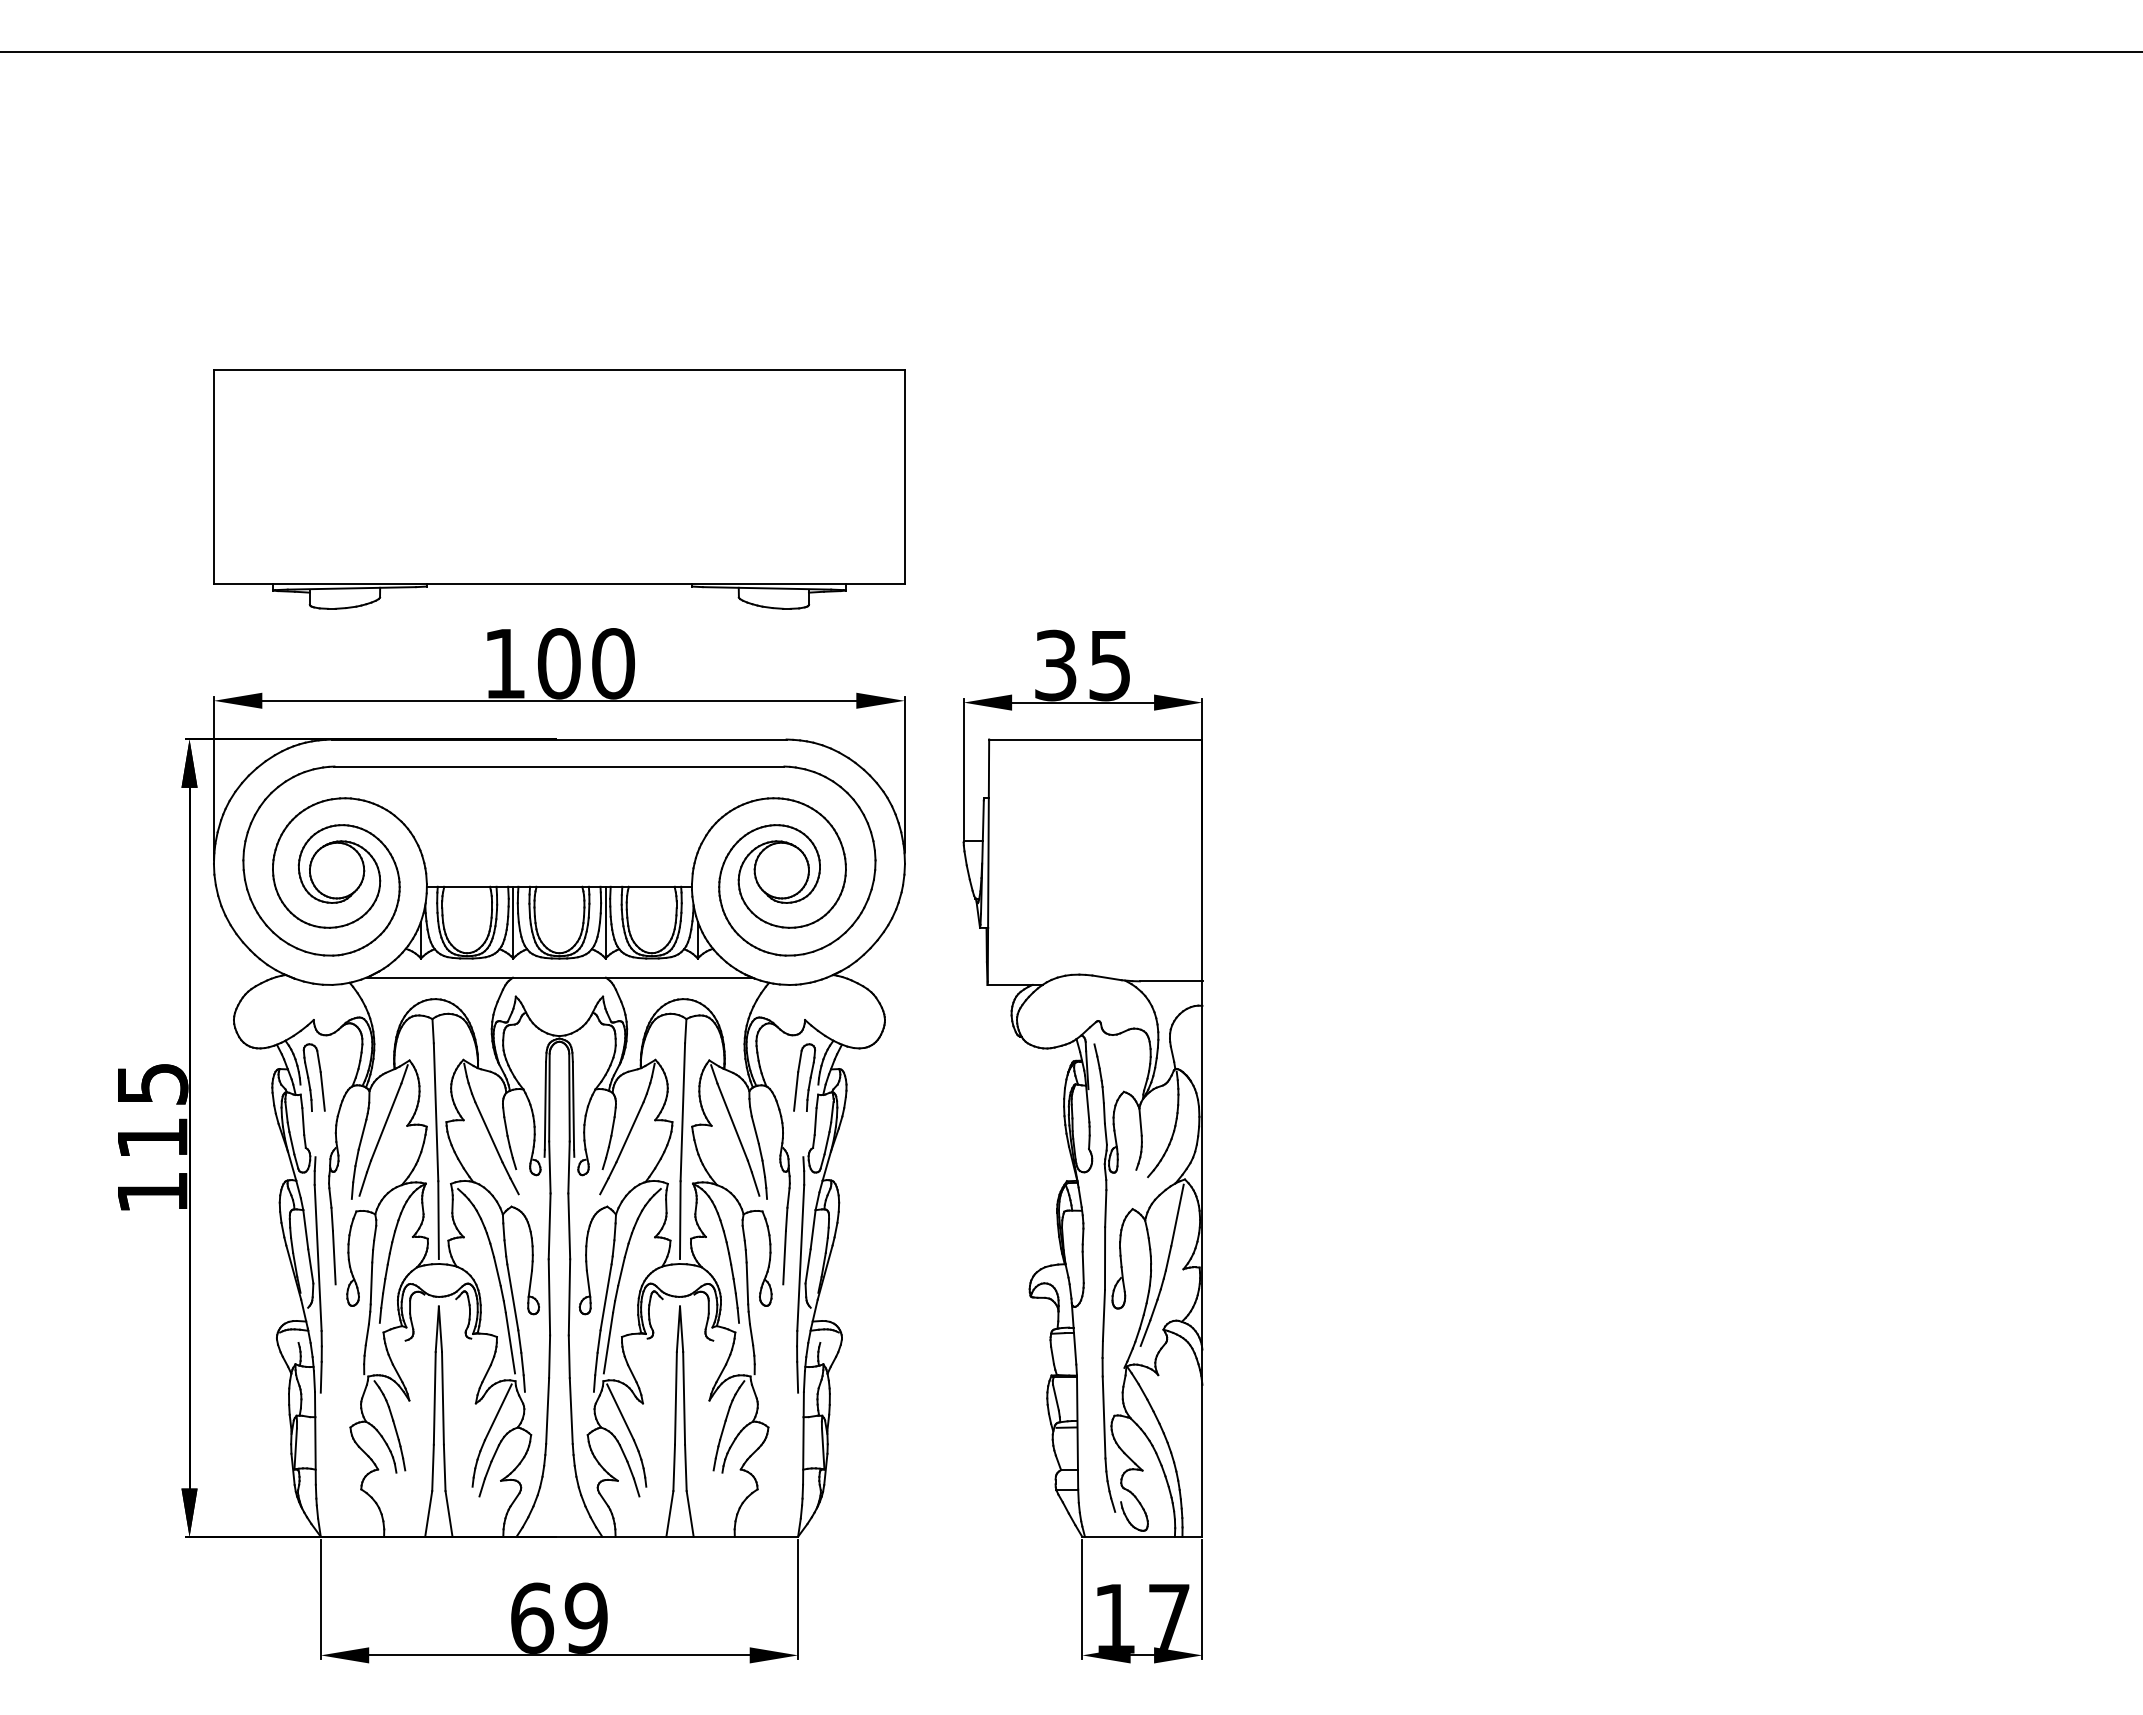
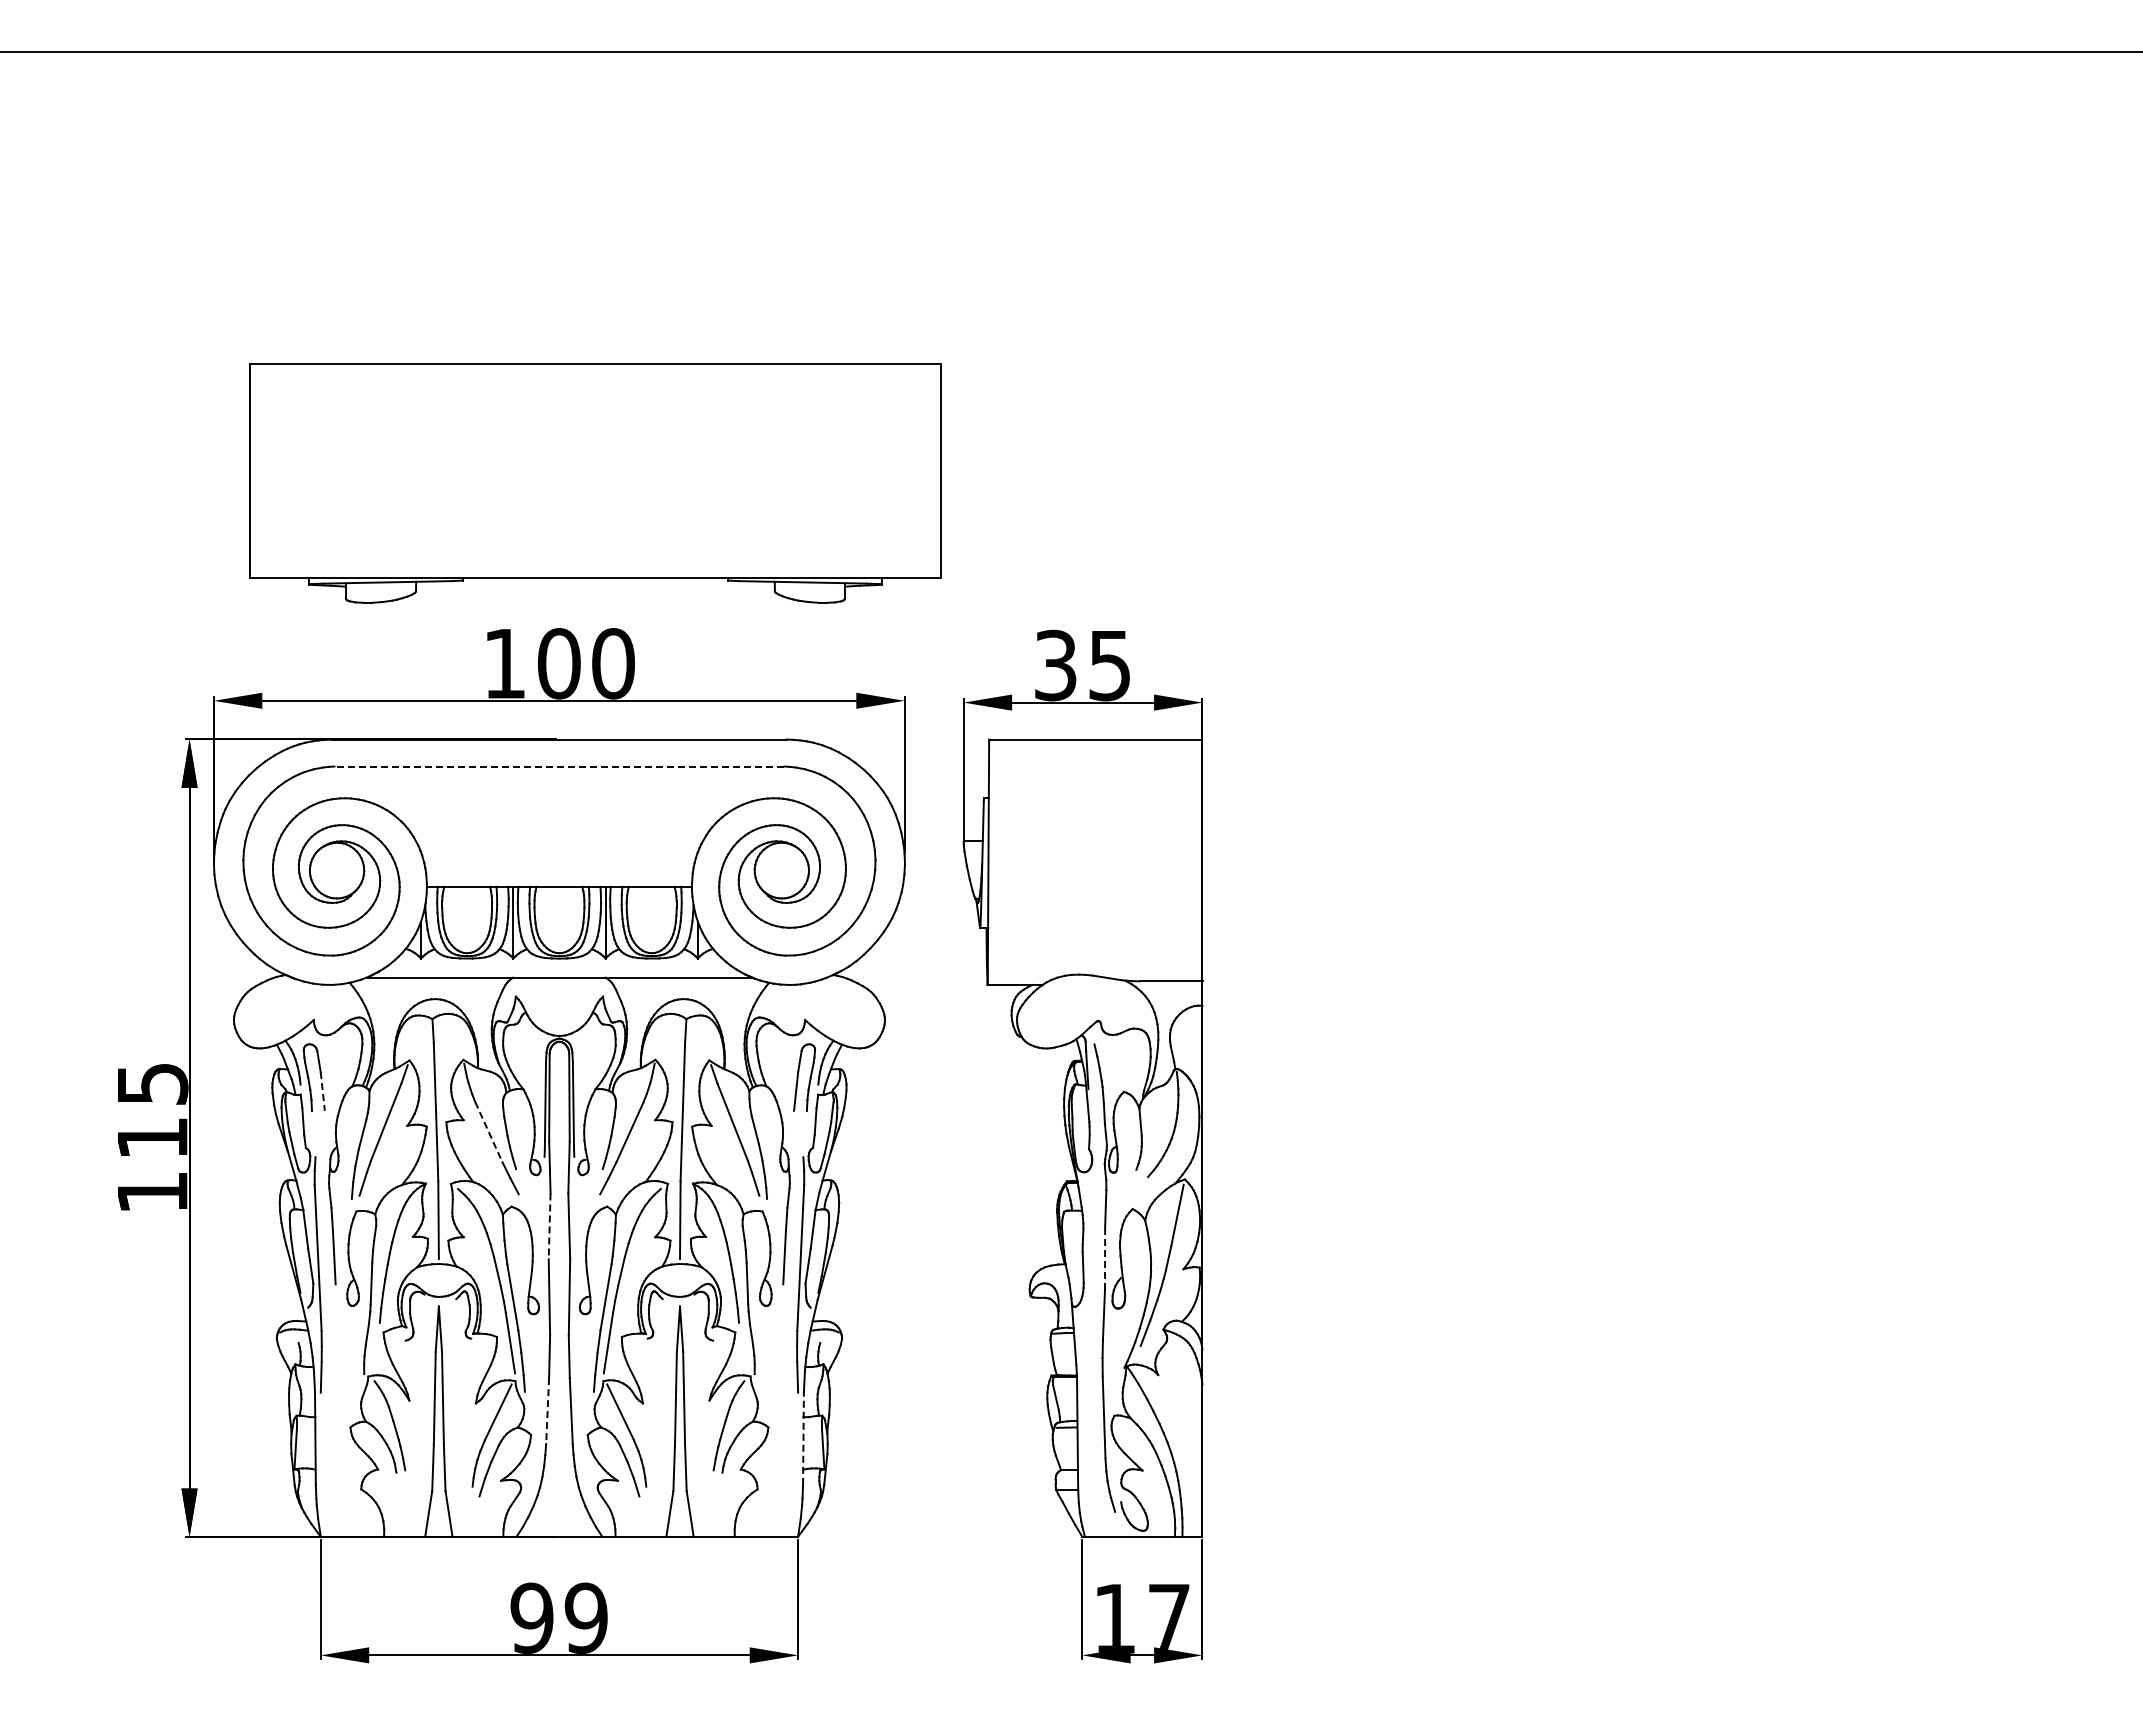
part at (559, 489) position: (559, 489) -> (595, 483)
line at (559, 766): solid -> dashed
line at (322, 1091): solid -> dashed
line at (489, 1132): solid -> dashed
line at (549, 1226): solid -> dashed
line at (1105, 1258): solid -> dashed
line at (547, 1411): solid -> dashed
line at (803, 1437): solid -> dashed
text at (532, 1617): 69 -> 99
